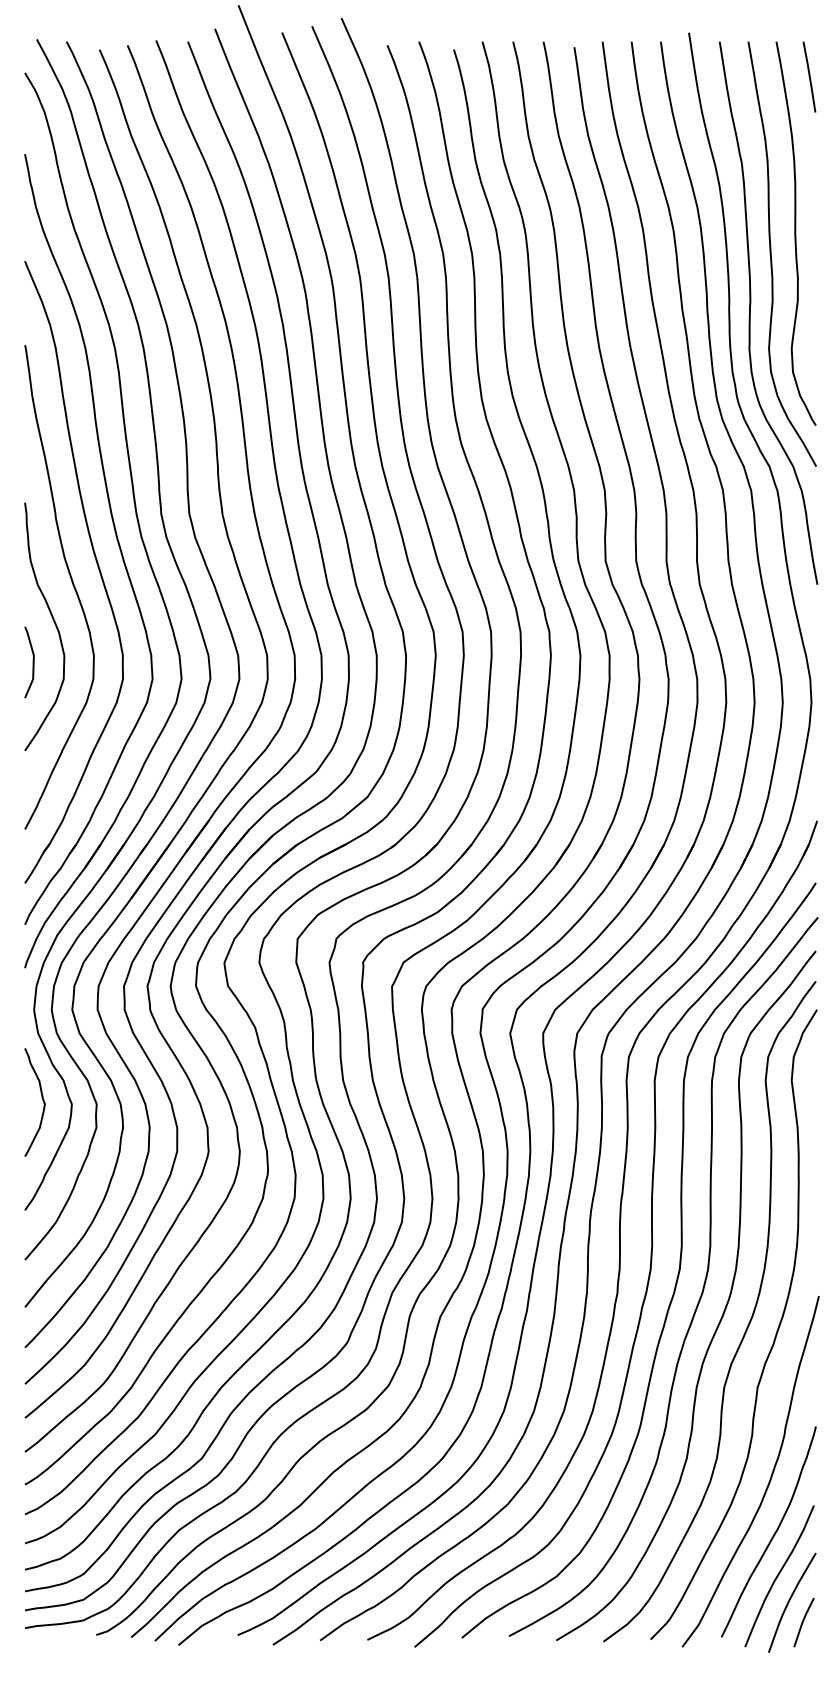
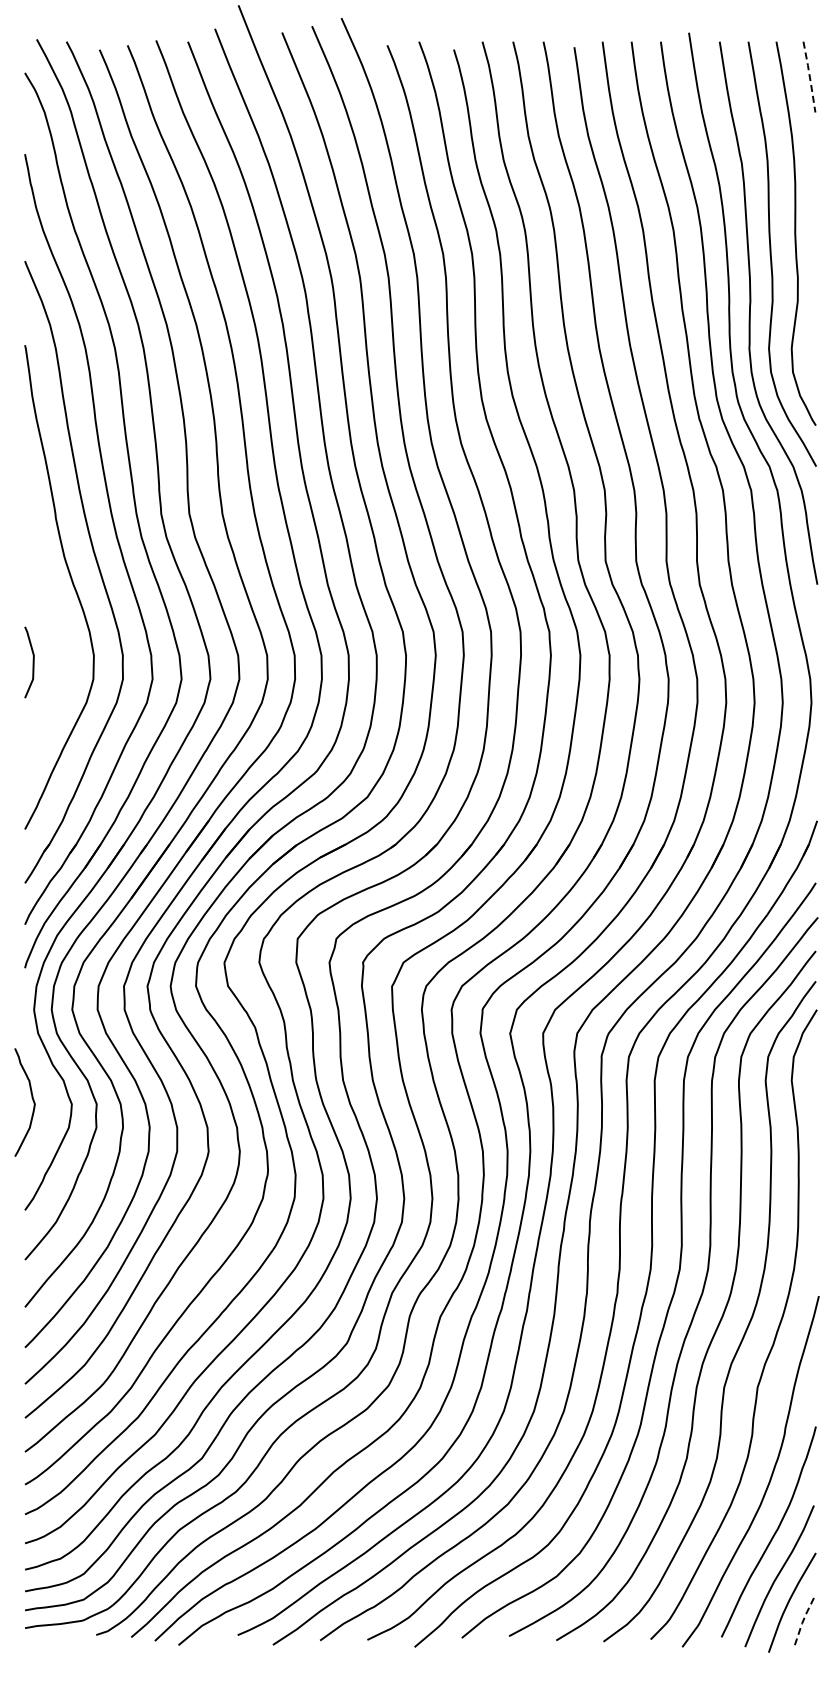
line at (809, 77): solid -> dashed
curve at (53, 622): present -> none
curve at (41, 1098) position: (41, 1098) -> (31, 1098)
line at (802, 1621): solid -> dashed
